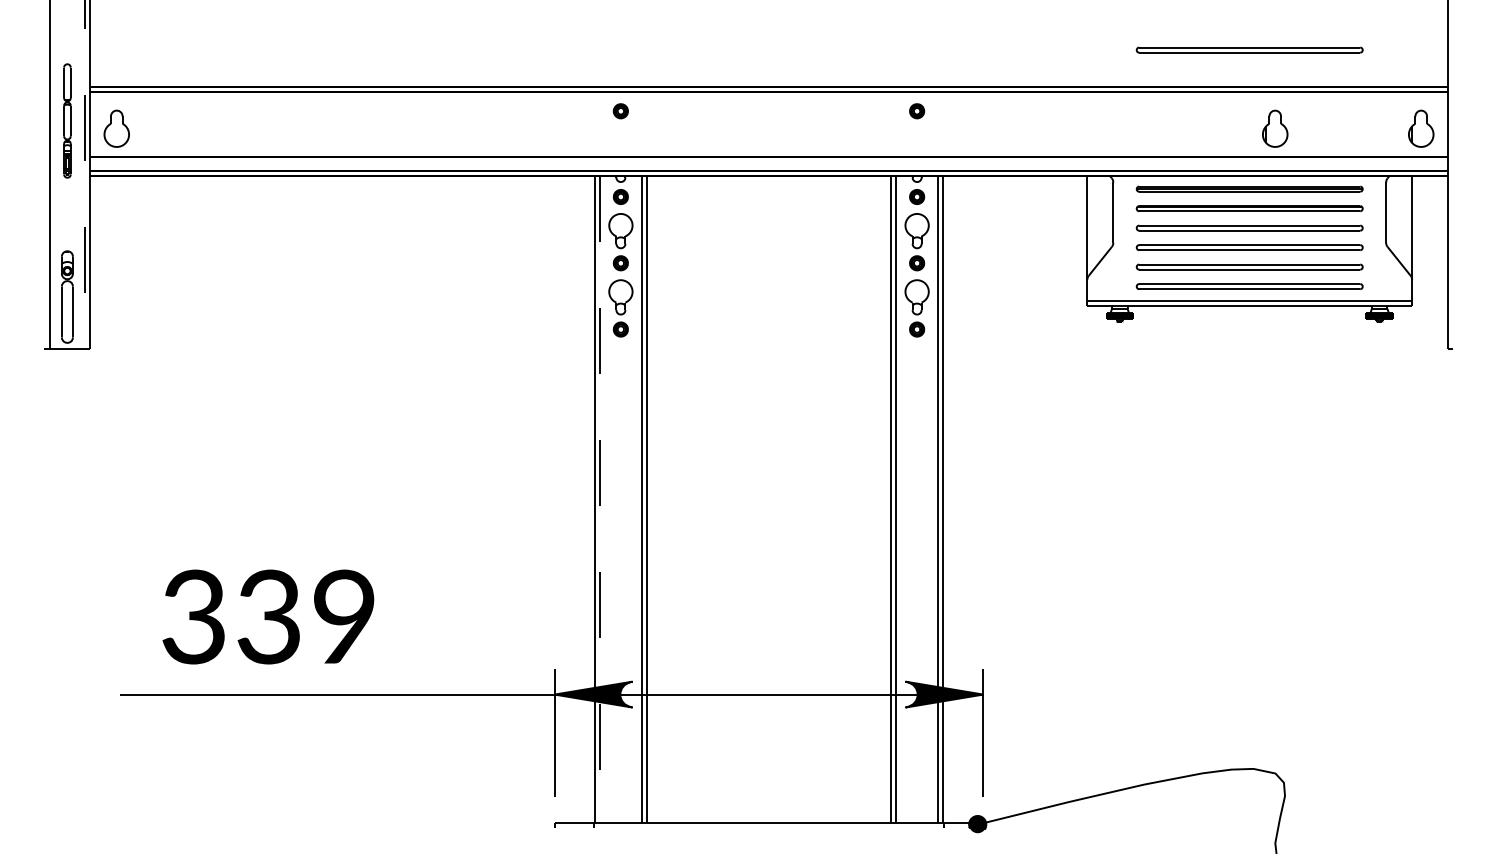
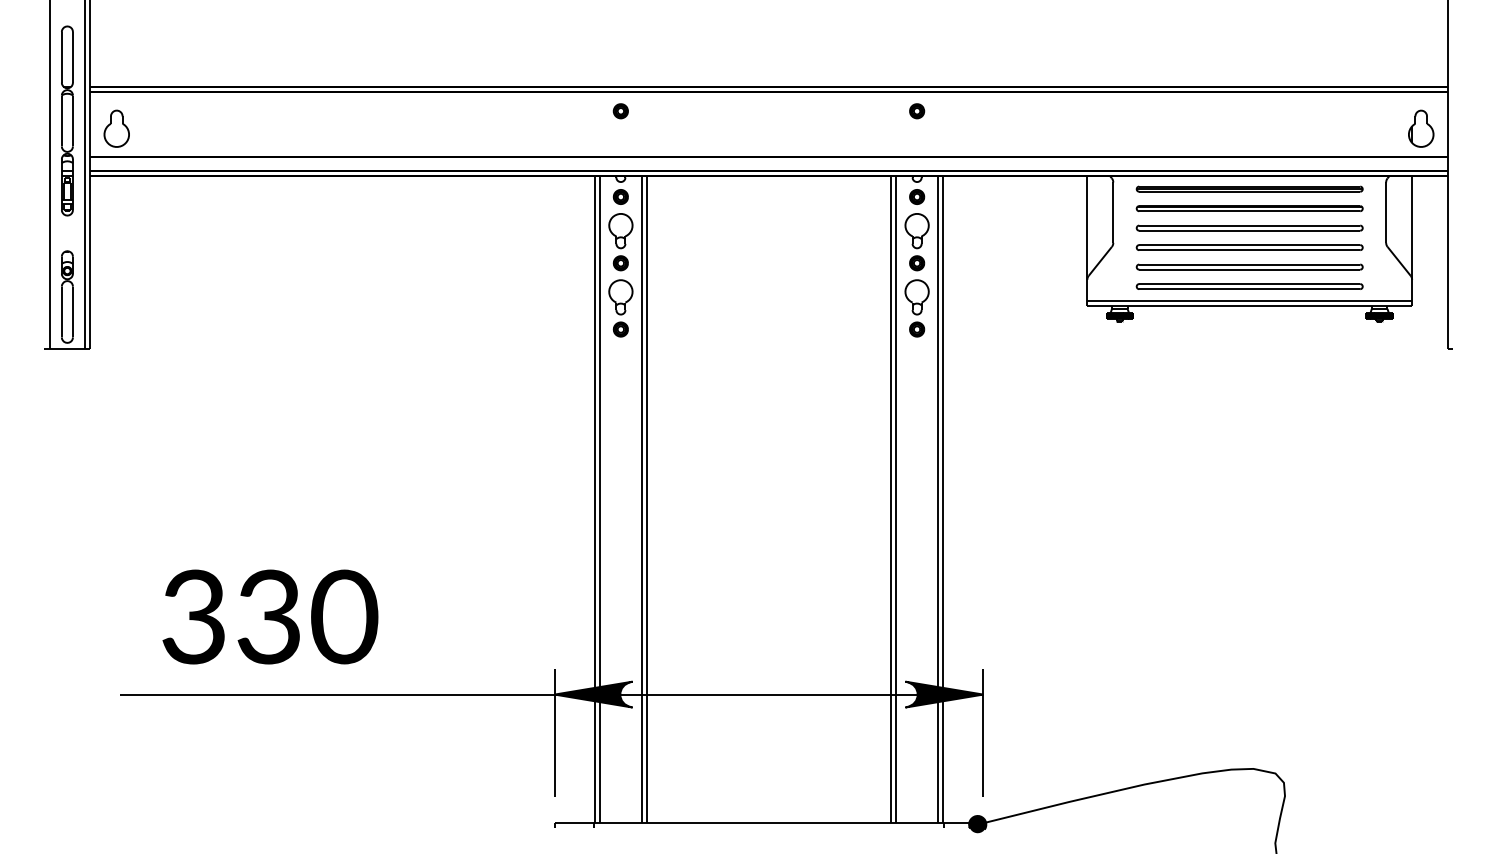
part at (1249, 49): present -> none
part at (67, 120) size: 9x116 px -> 13x192 px
part at (1275, 128): present -> none
line at (85, 175): dashed -> solid
line at (600, 499): dashed -> solid
text at (344, 617): 339 -> 330
